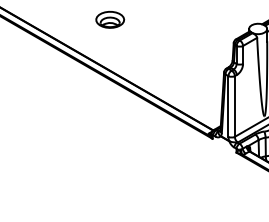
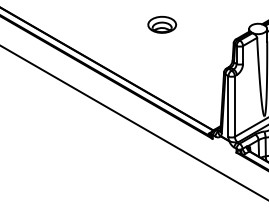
part at (110, 19) position: (110, 19) -> (162, 24)
line at (133, 122): none -> present
